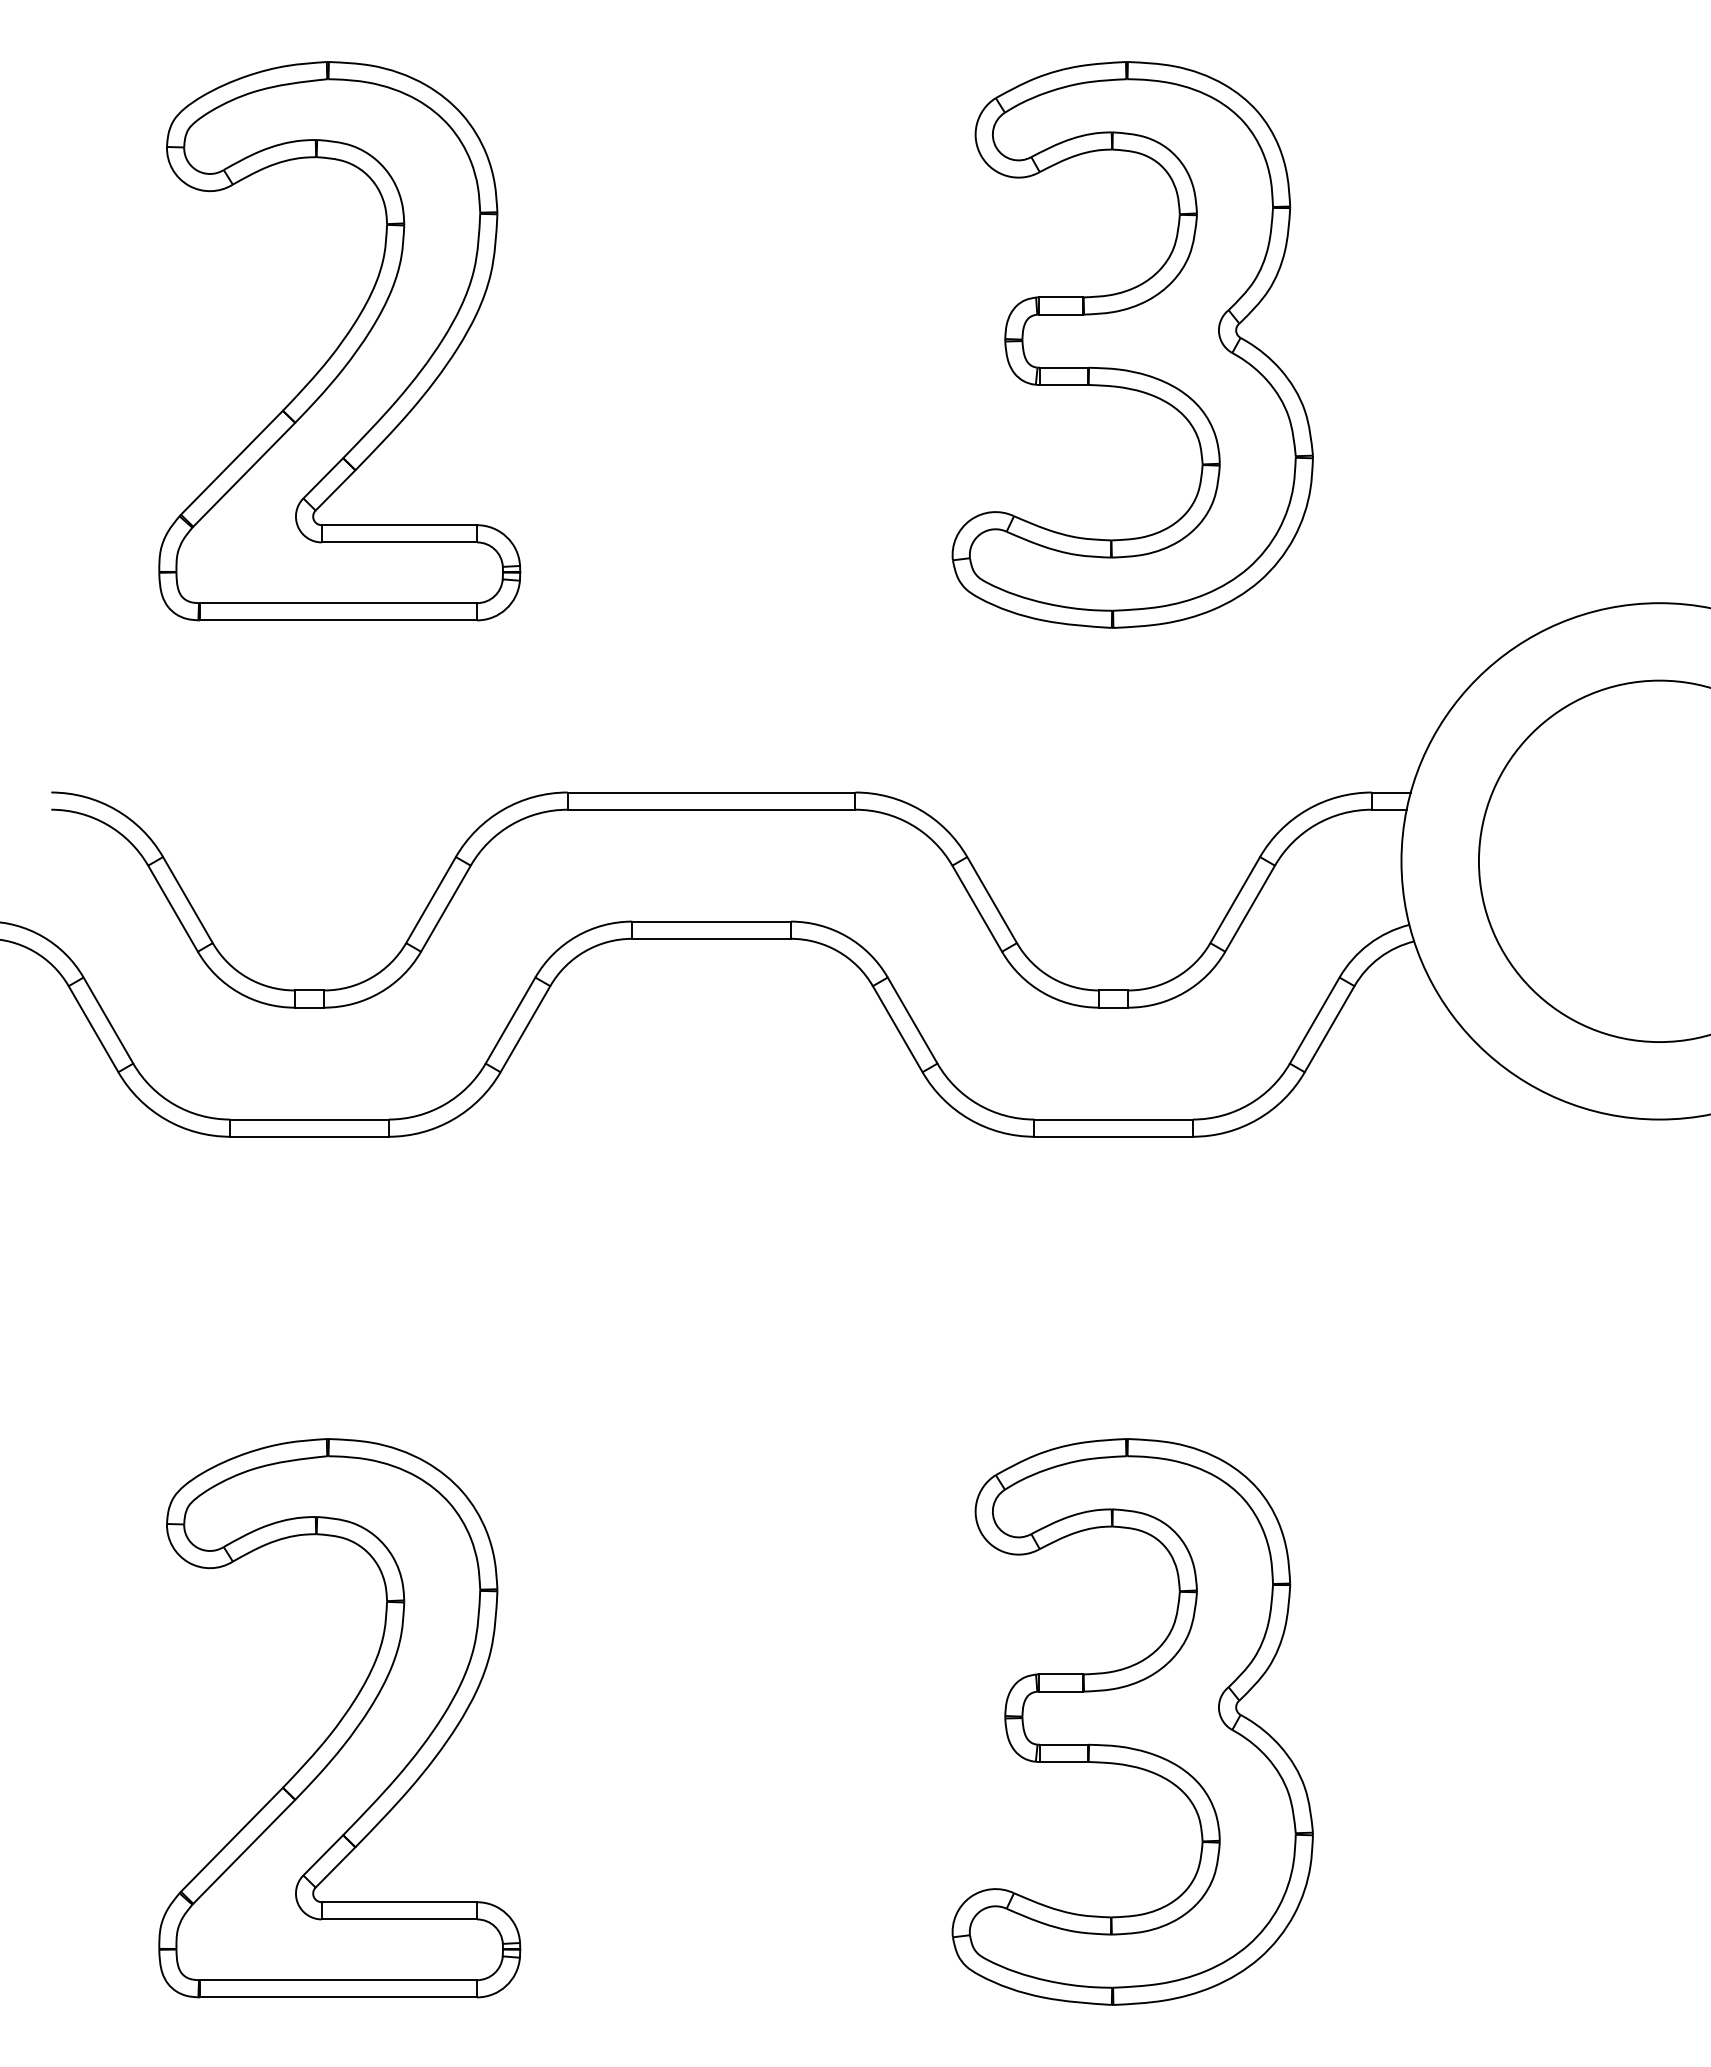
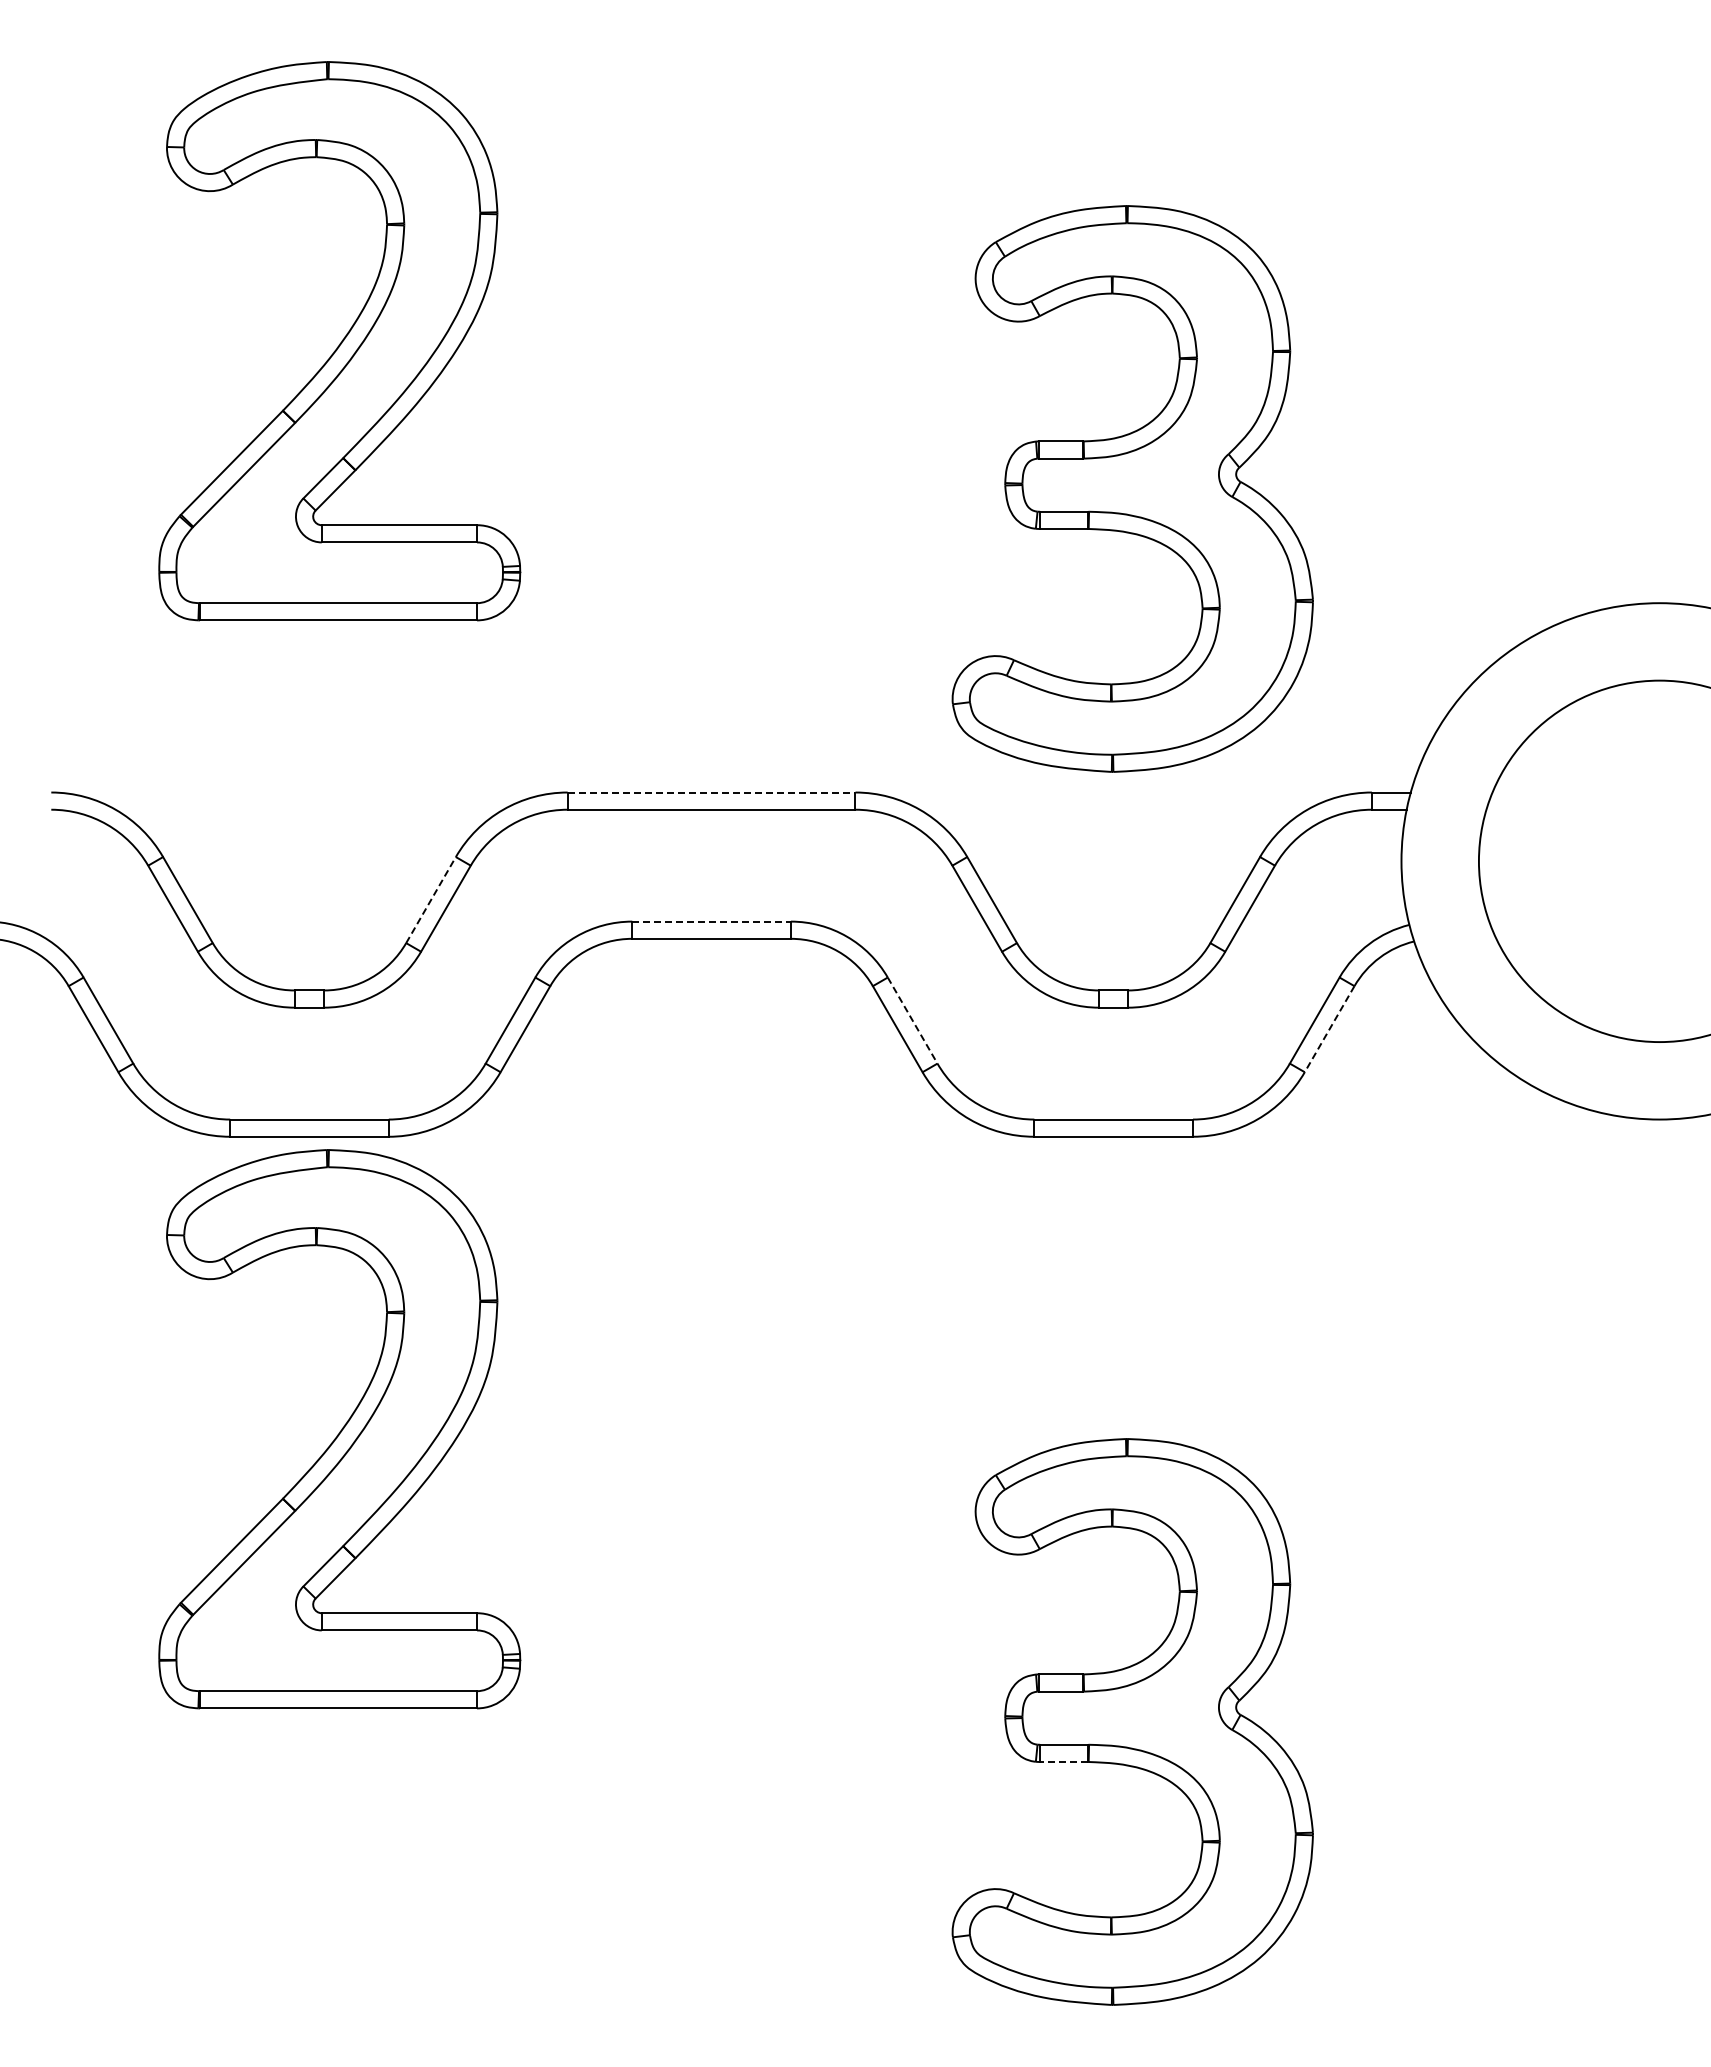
part at (1132, 344) position: (1132, 344) -> (1132, 488)
line at (711, 792): solid -> dashed
line at (431, 900): solid -> dashed
line at (712, 921): solid -> dashed
line at (912, 1020): solid -> dashed
line at (1329, 1029): solid -> dashed
part at (339, 1718) position: (339, 1718) -> (339, 1429)
line at (1063, 1761): solid -> dashed
